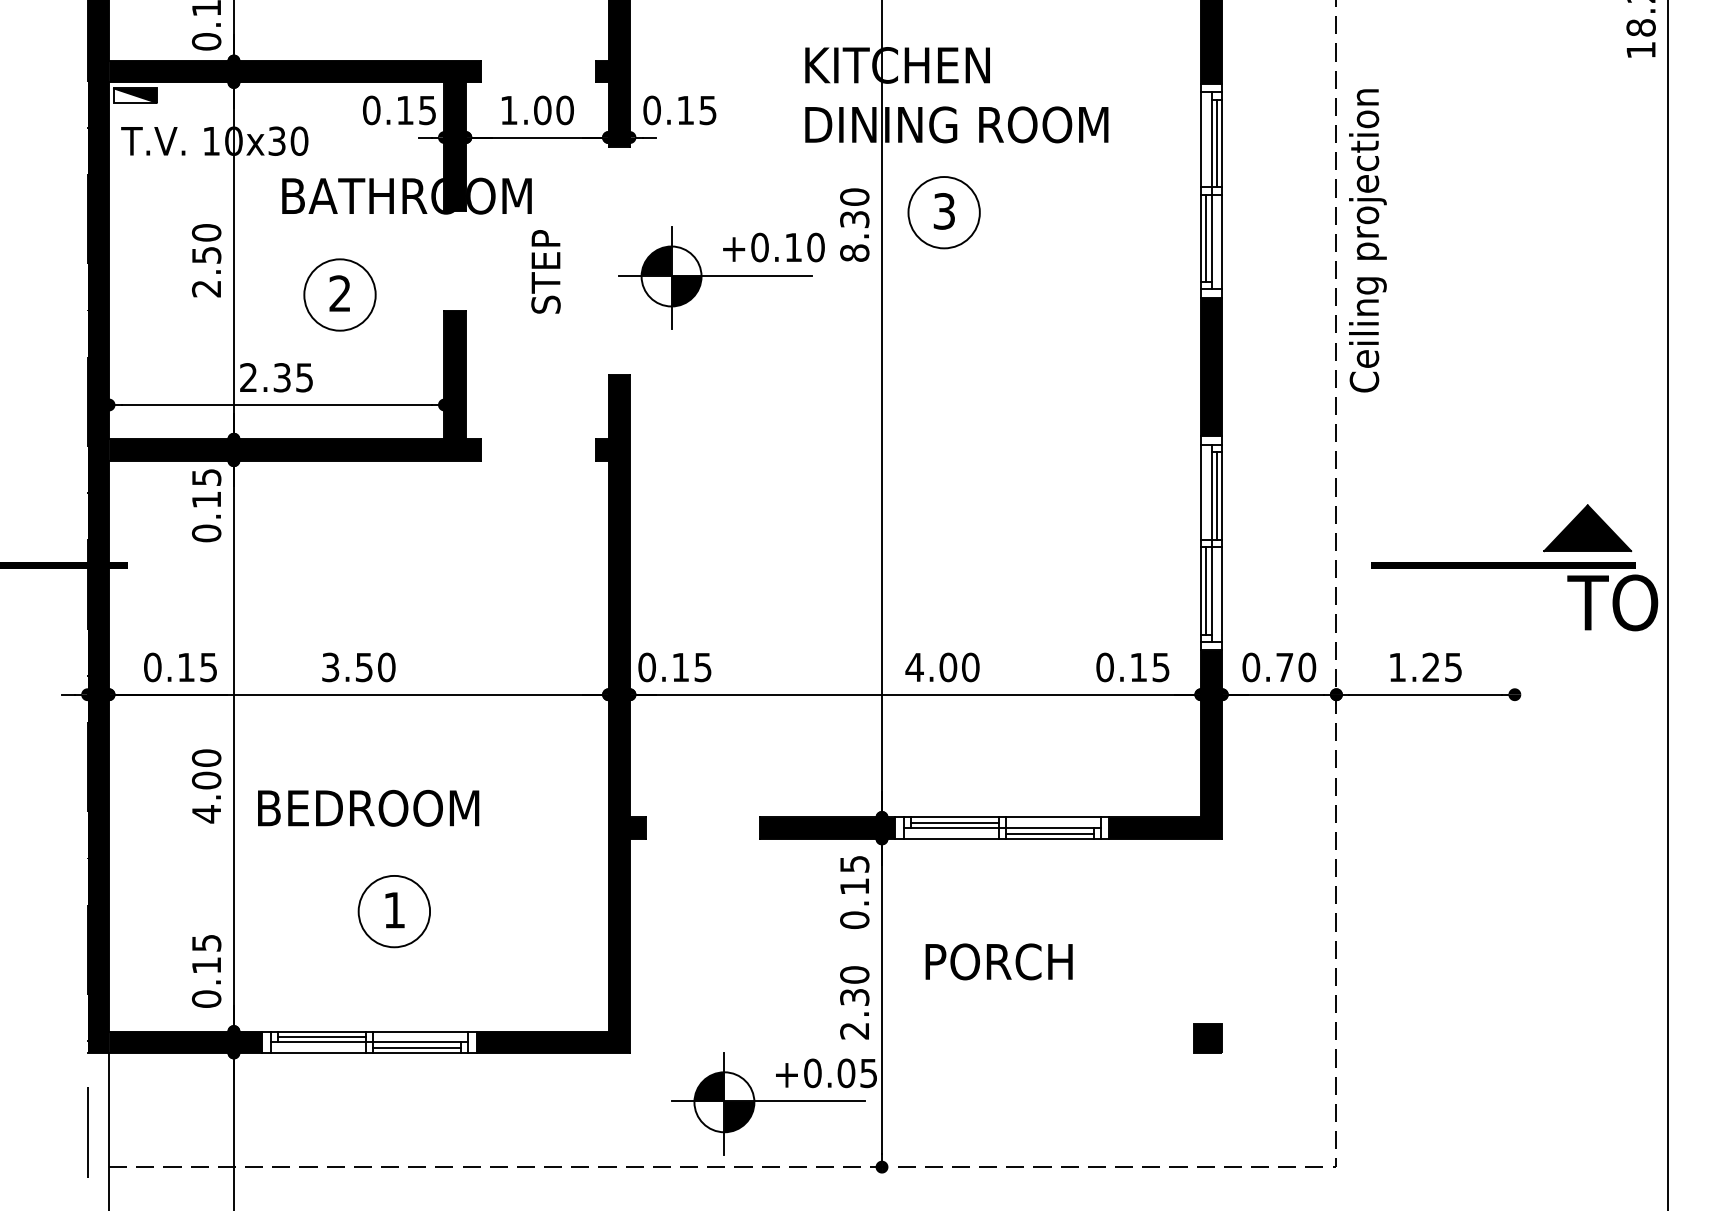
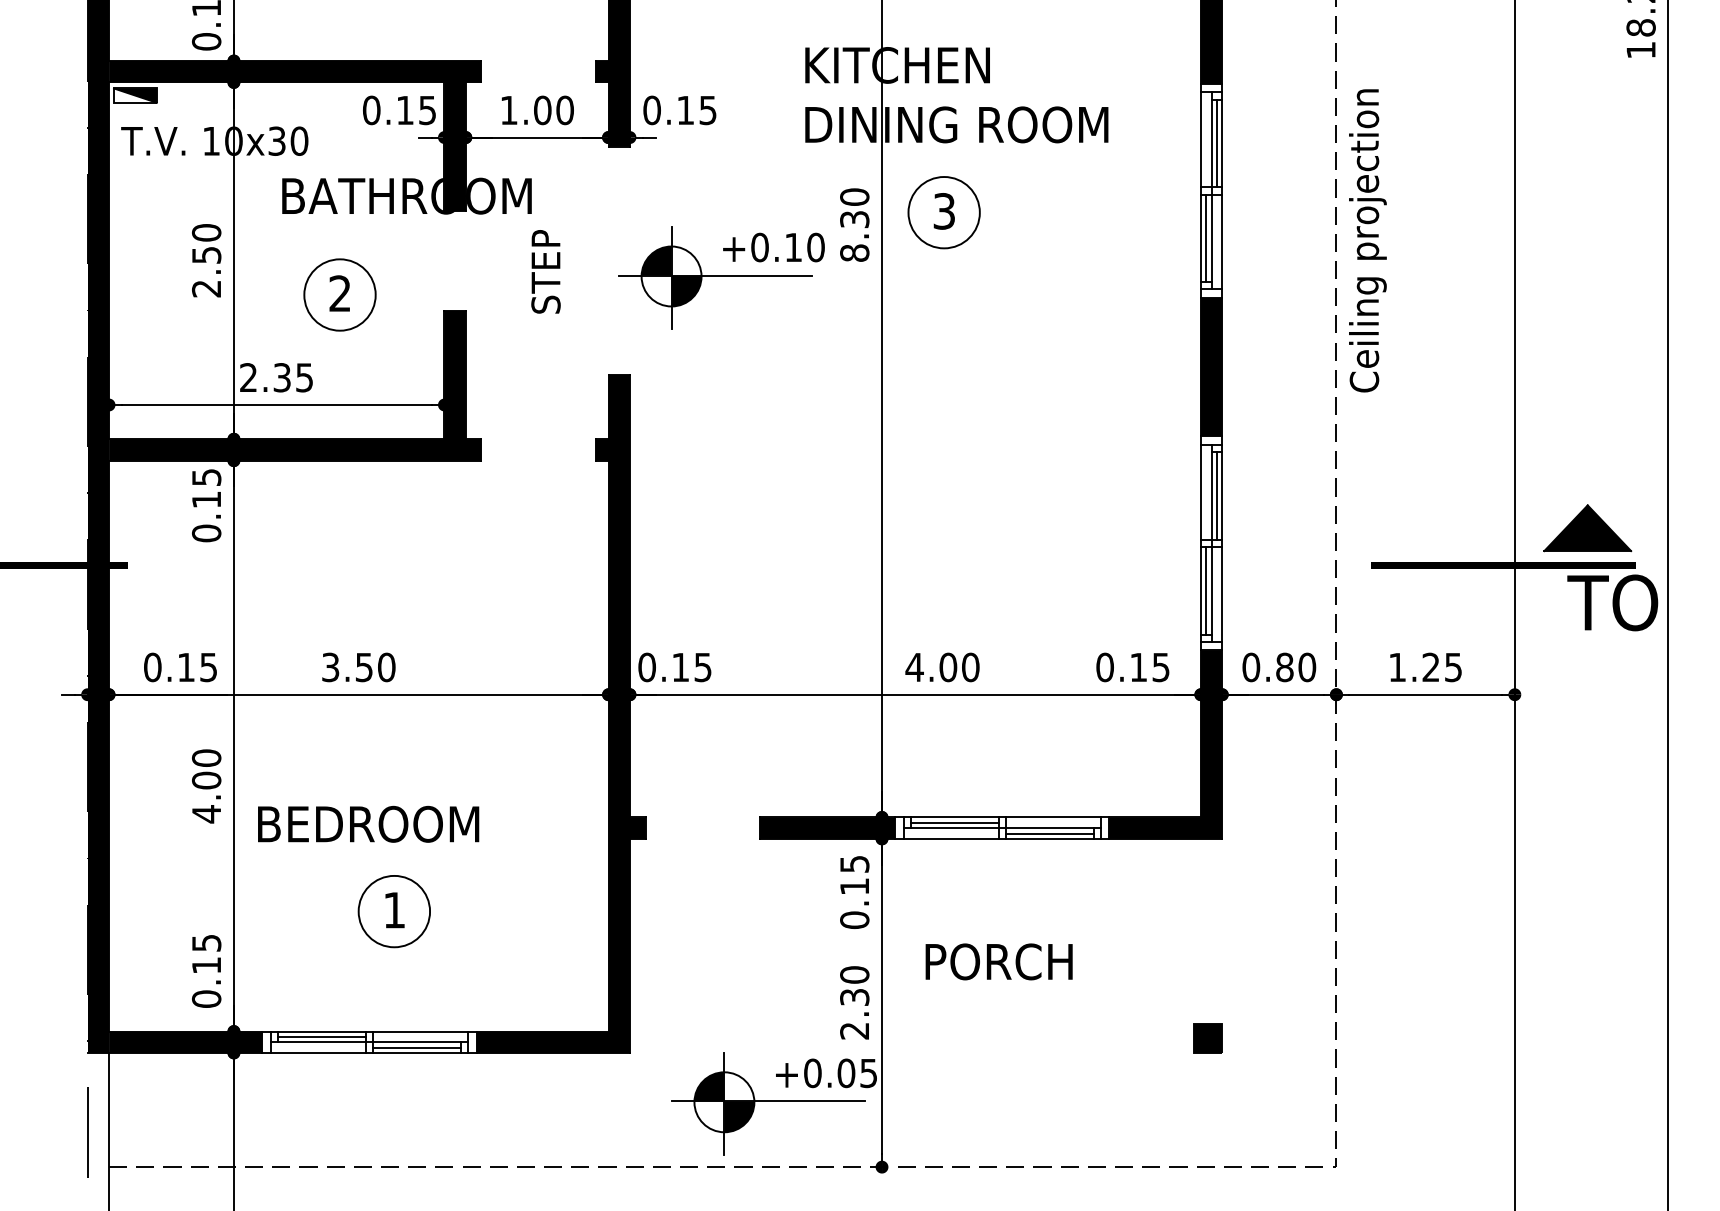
line at (1514, 604): none -> present
text at (1284, 667): 0.70 -> 0.80
text at (368, 807) position: (368, 807) -> (368, 823)
